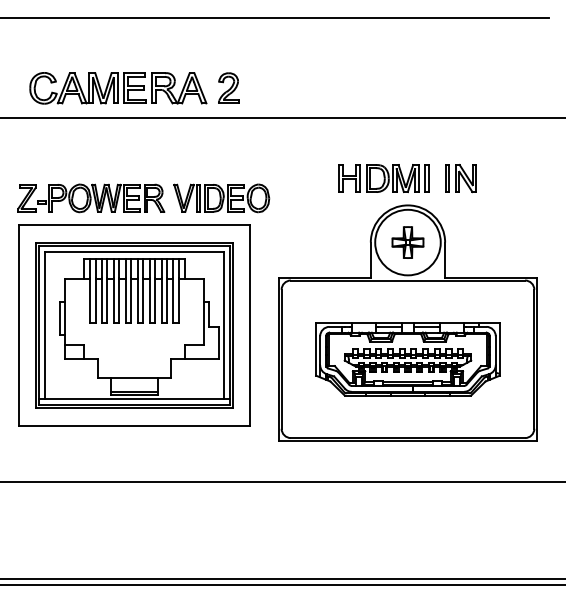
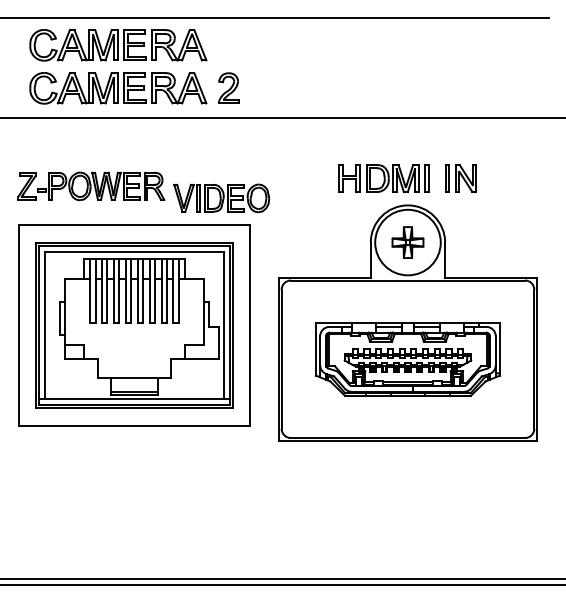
part at (118, 45): none -> present
part at (91, 198) position: (91, 198) -> (91, 186)
line at (282, 482): present -> none
